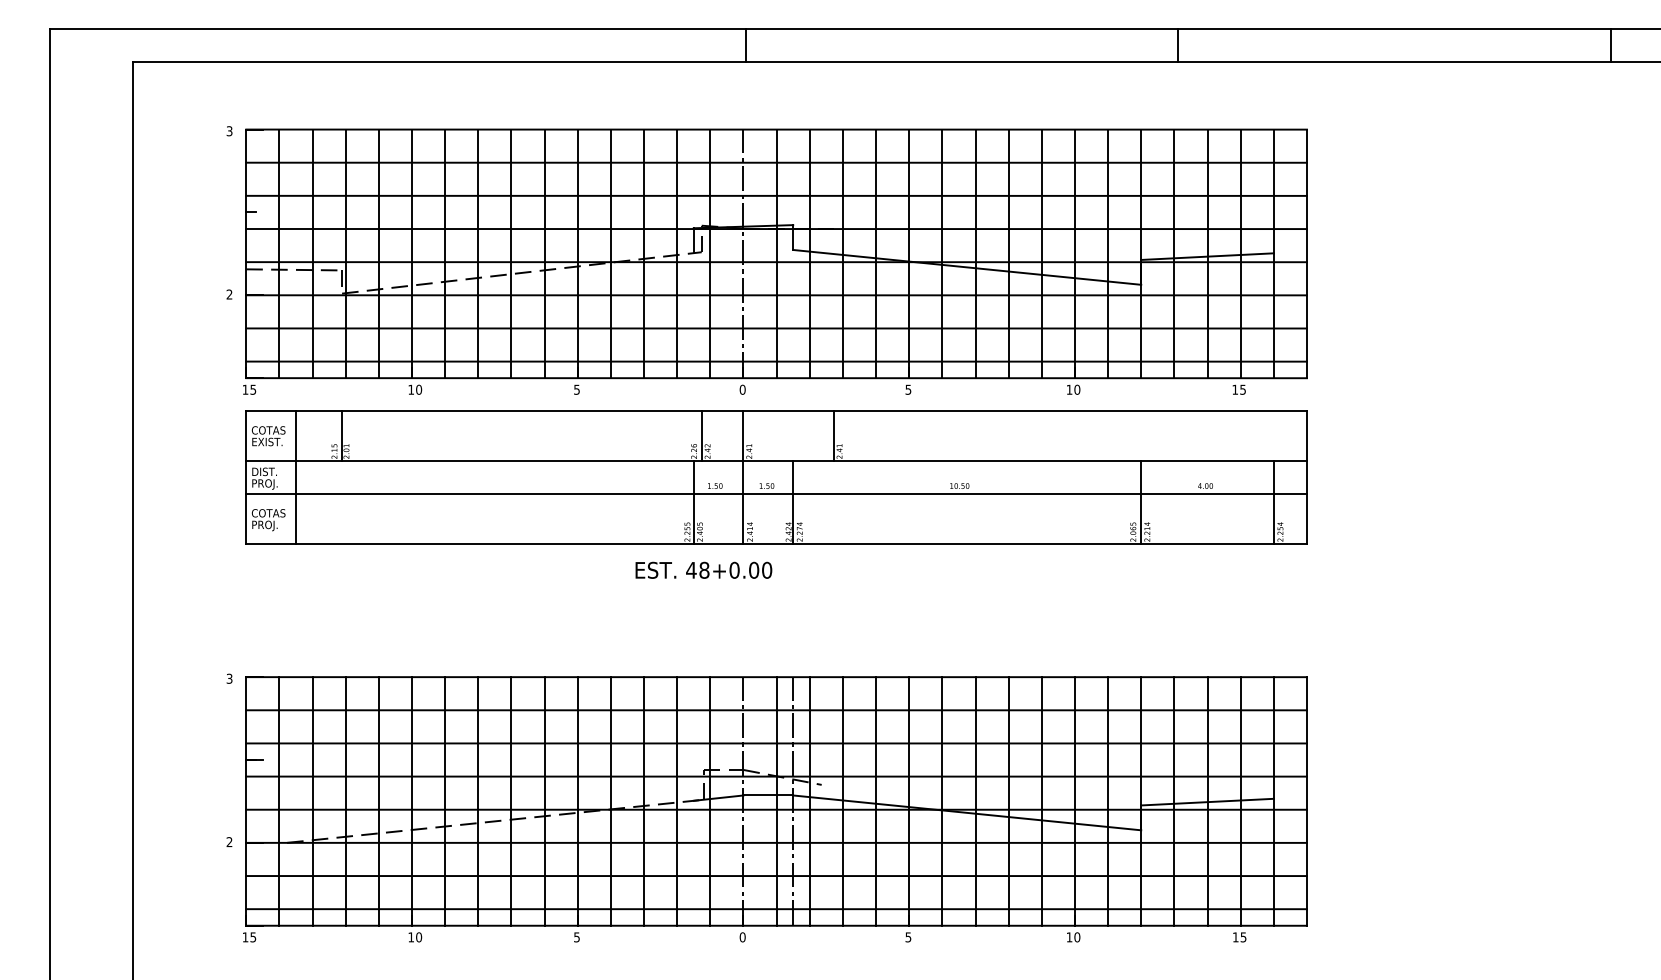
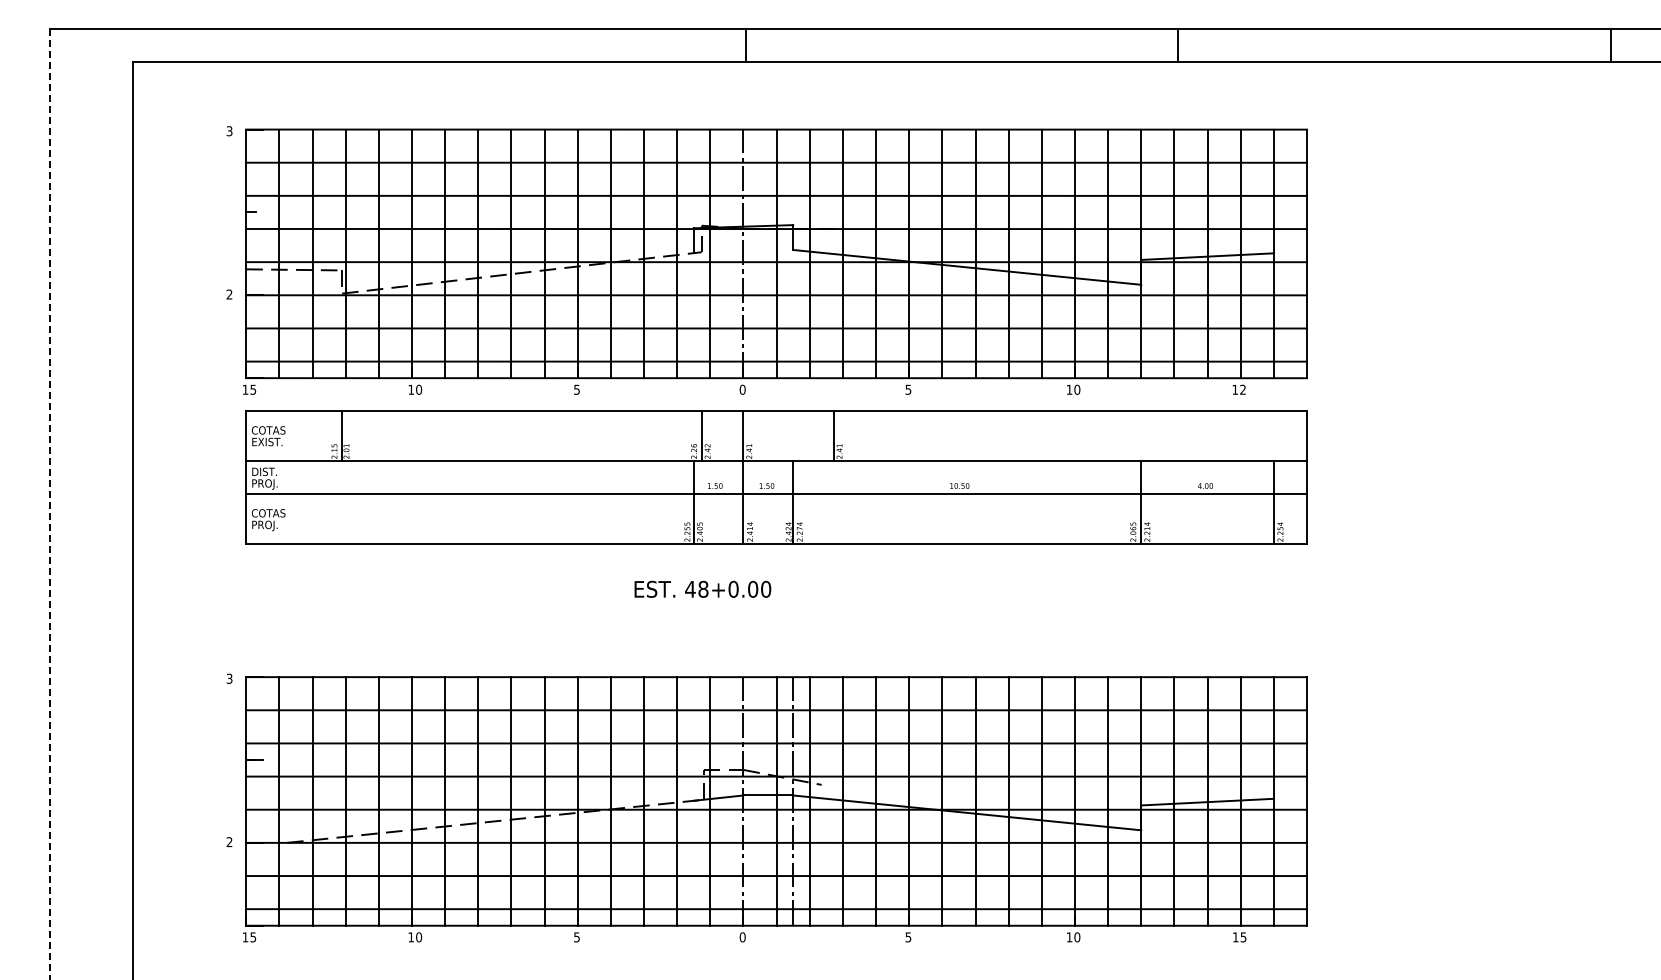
text at (1242, 389): 15 -> 12
line at (296, 477): present -> none
line at (49, 504): solid -> dashed
text at (703, 569) position: (703, 569) -> (702, 588)
